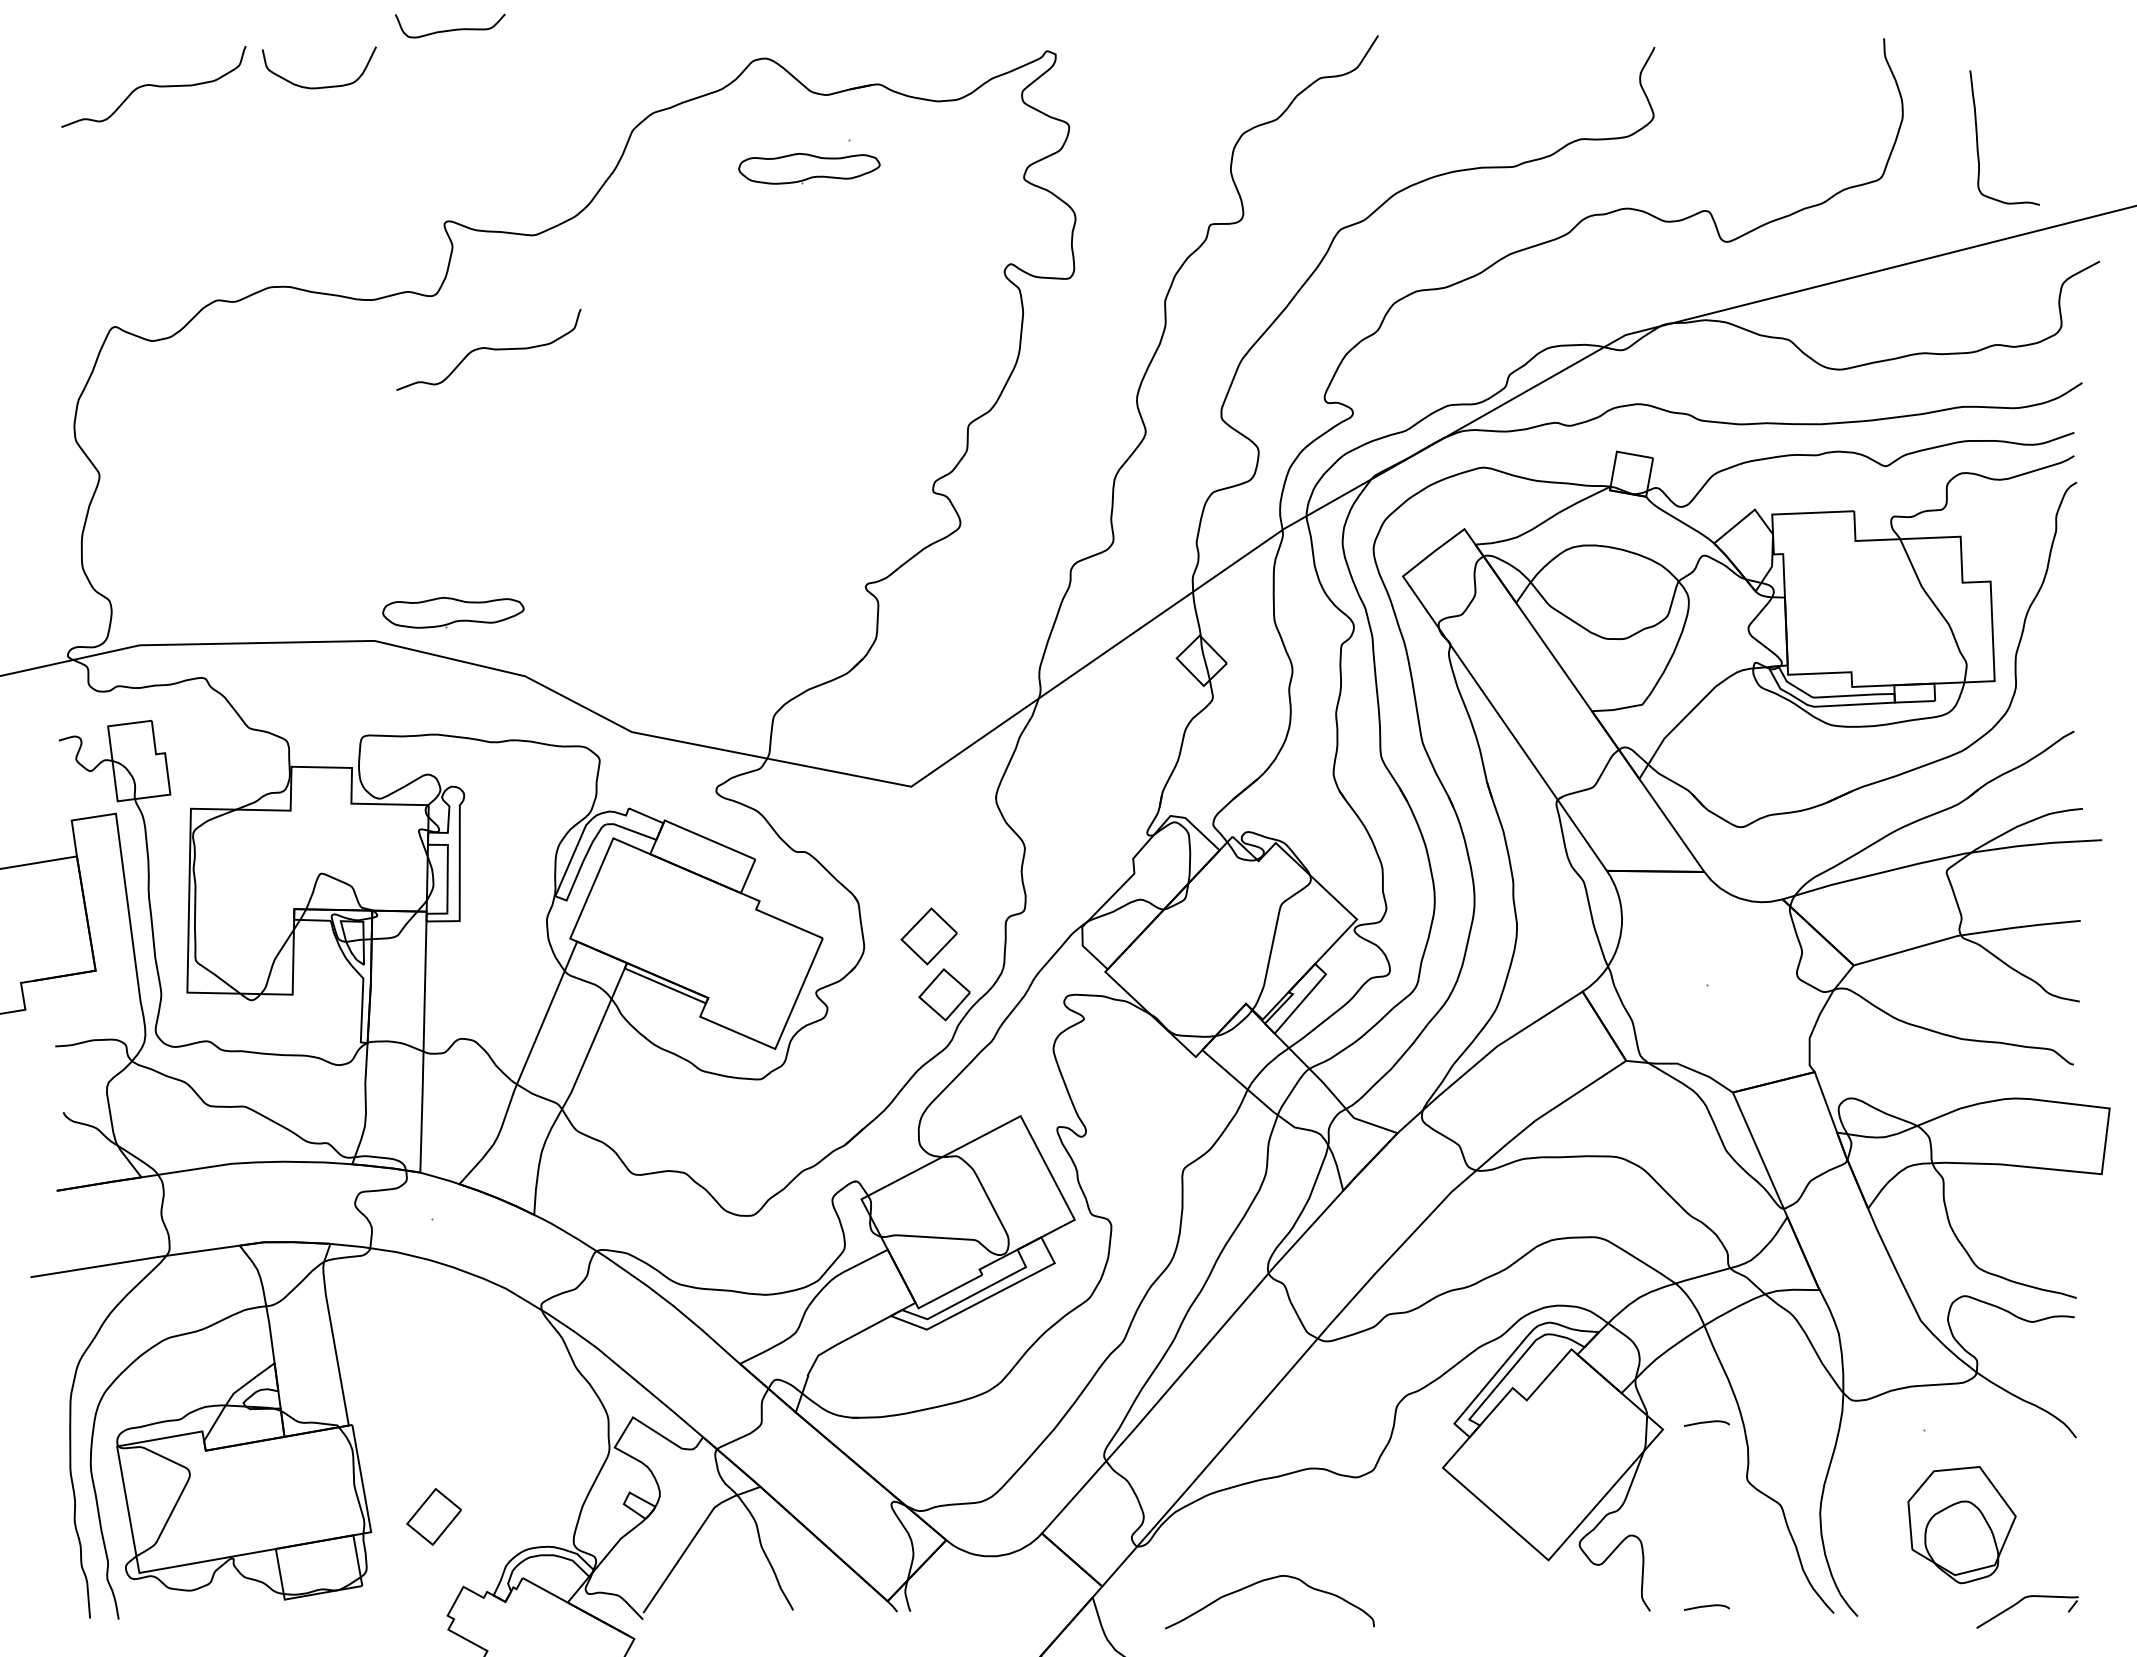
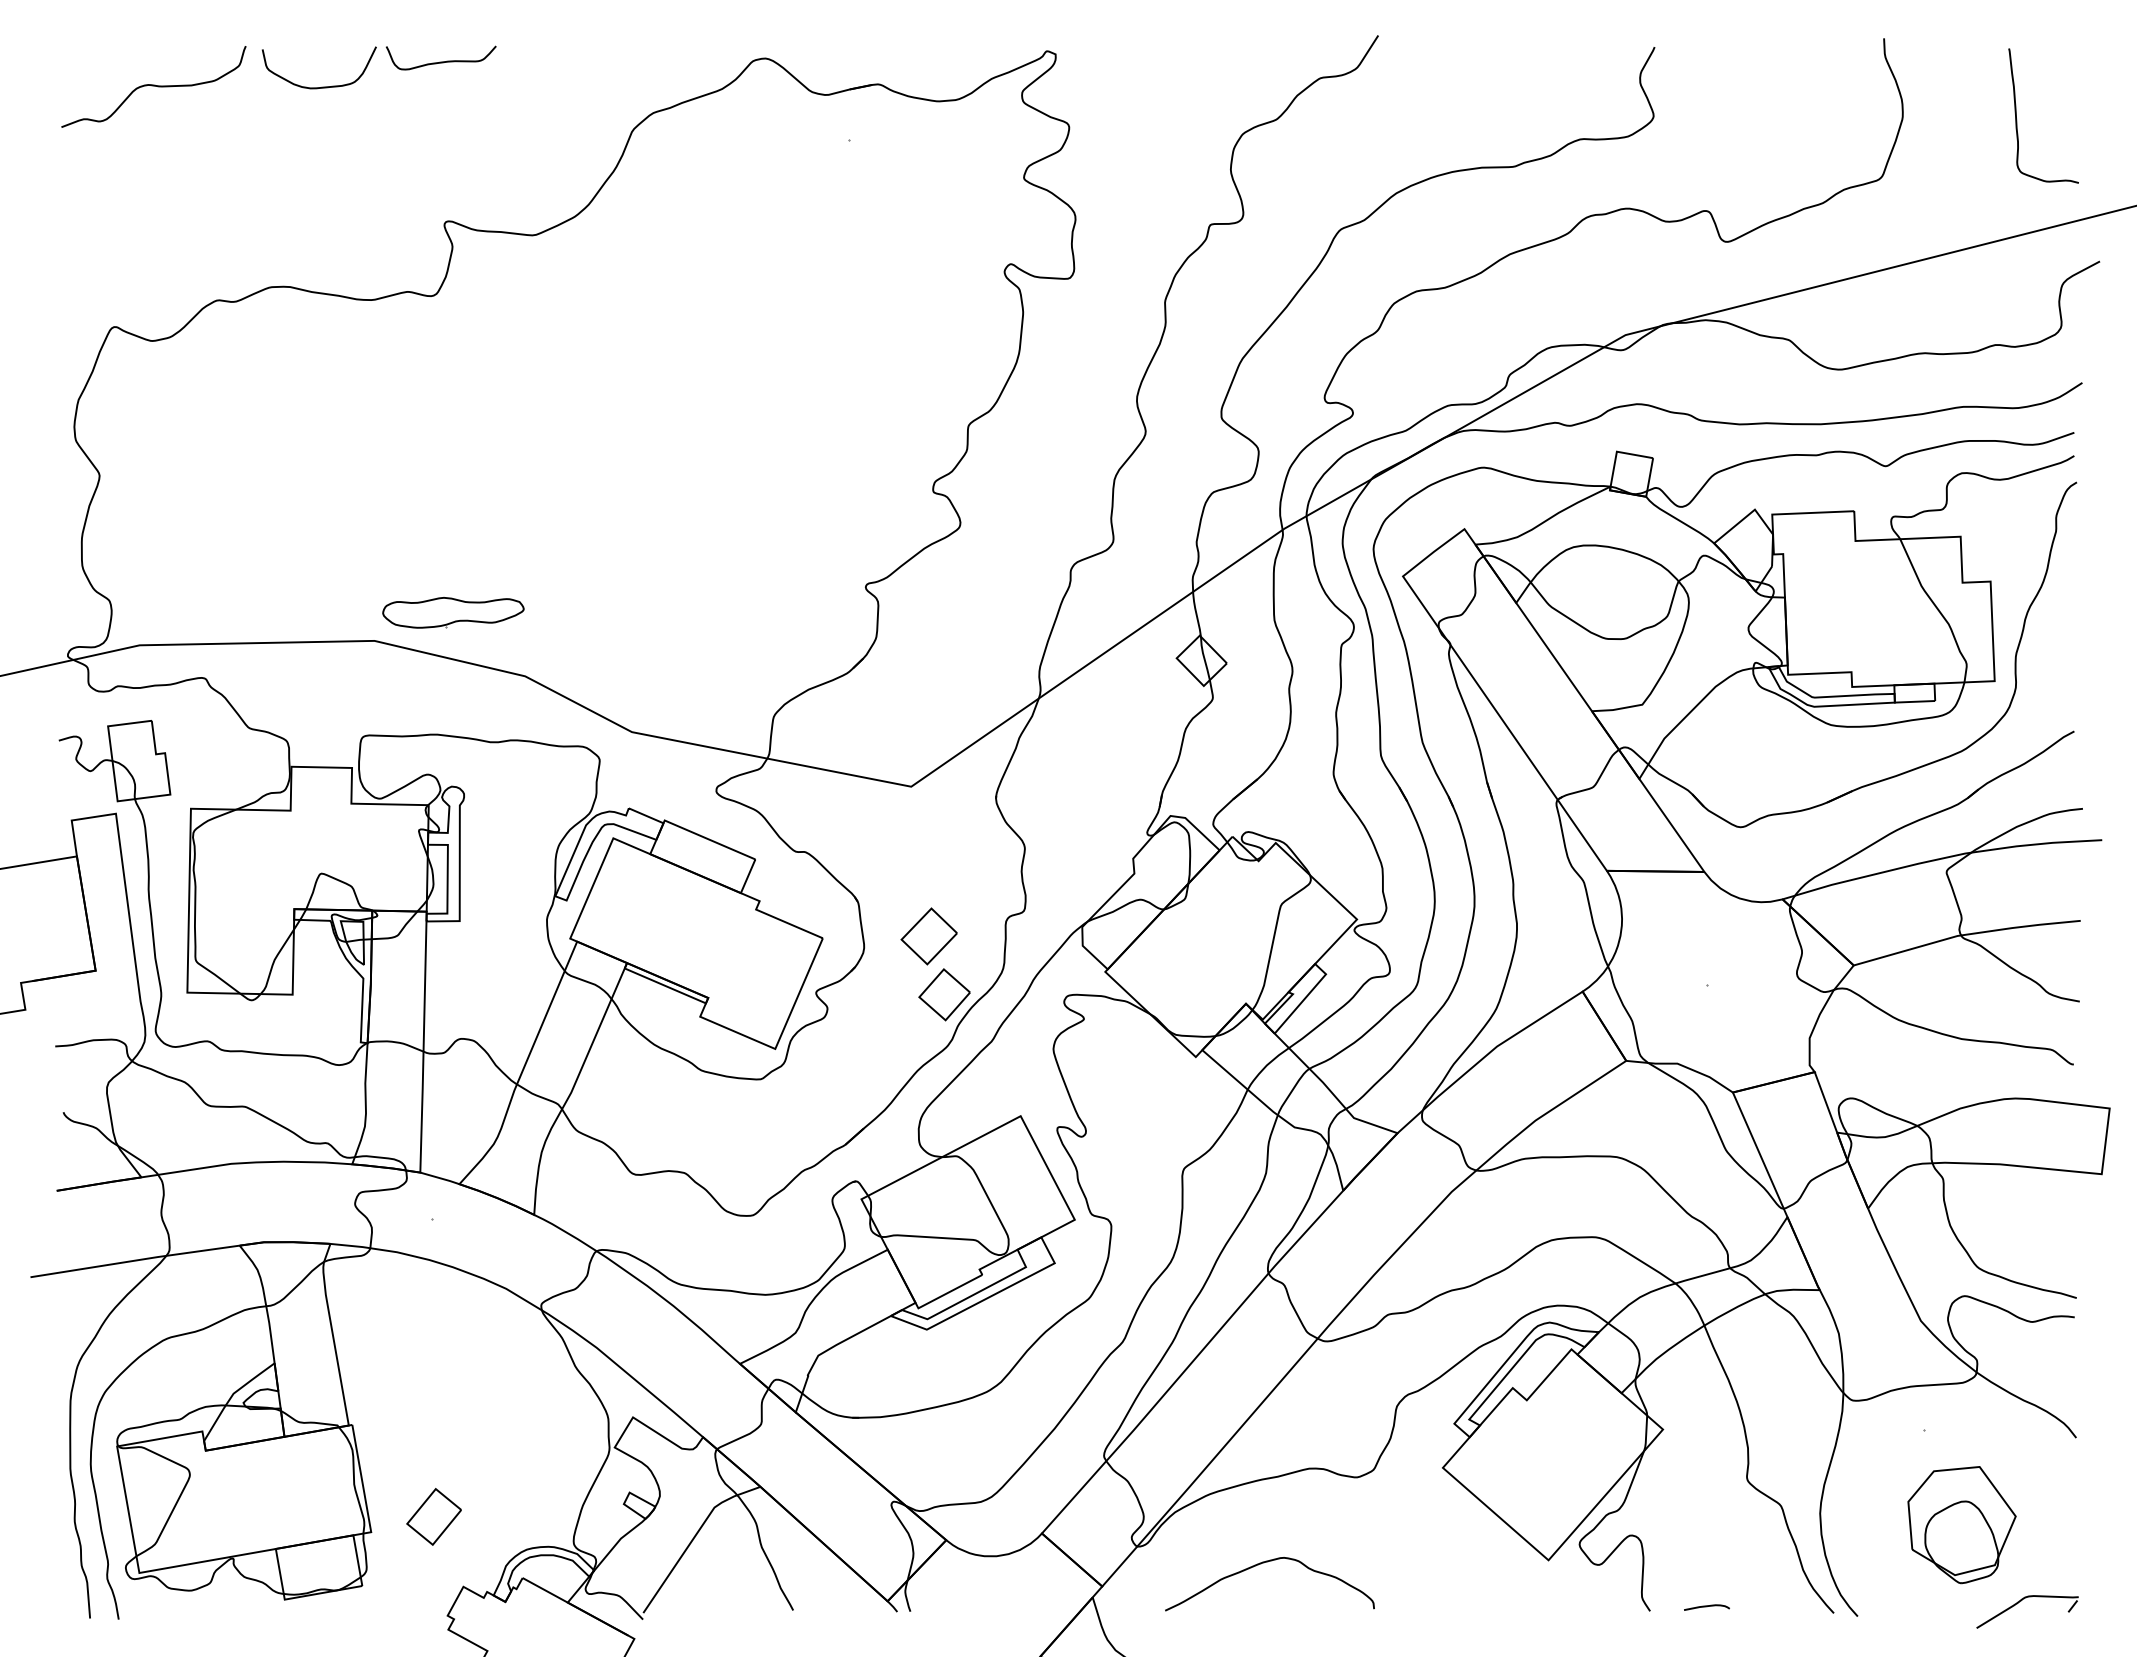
curve at (449, 29) position: (449, 29) -> (440, 61)
curve at (1978, 141) position: (1978, 141) -> (2017, 119)
part at (809, 168): present -> none
curve at (488, 349): present -> none
curve at (1706, 1423): present -> none
curve at (1261, 1582) position: (1261, 1582) -> (1261, 1564)
